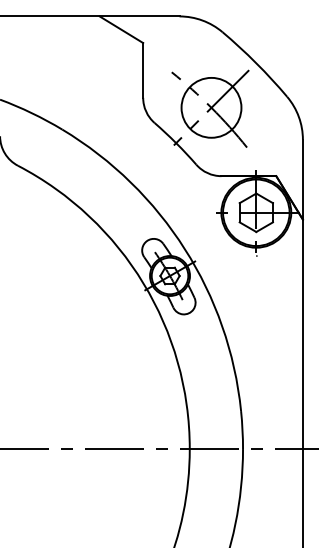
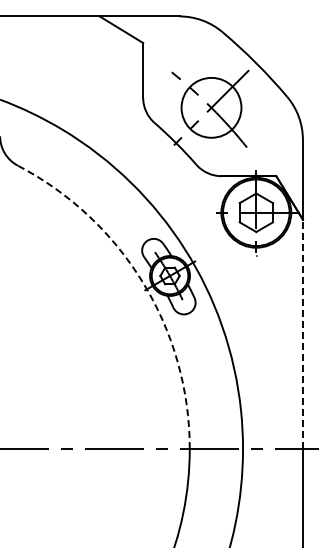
arc at (143, 283): solid -> dashed
line at (302, 334): solid -> dashed
